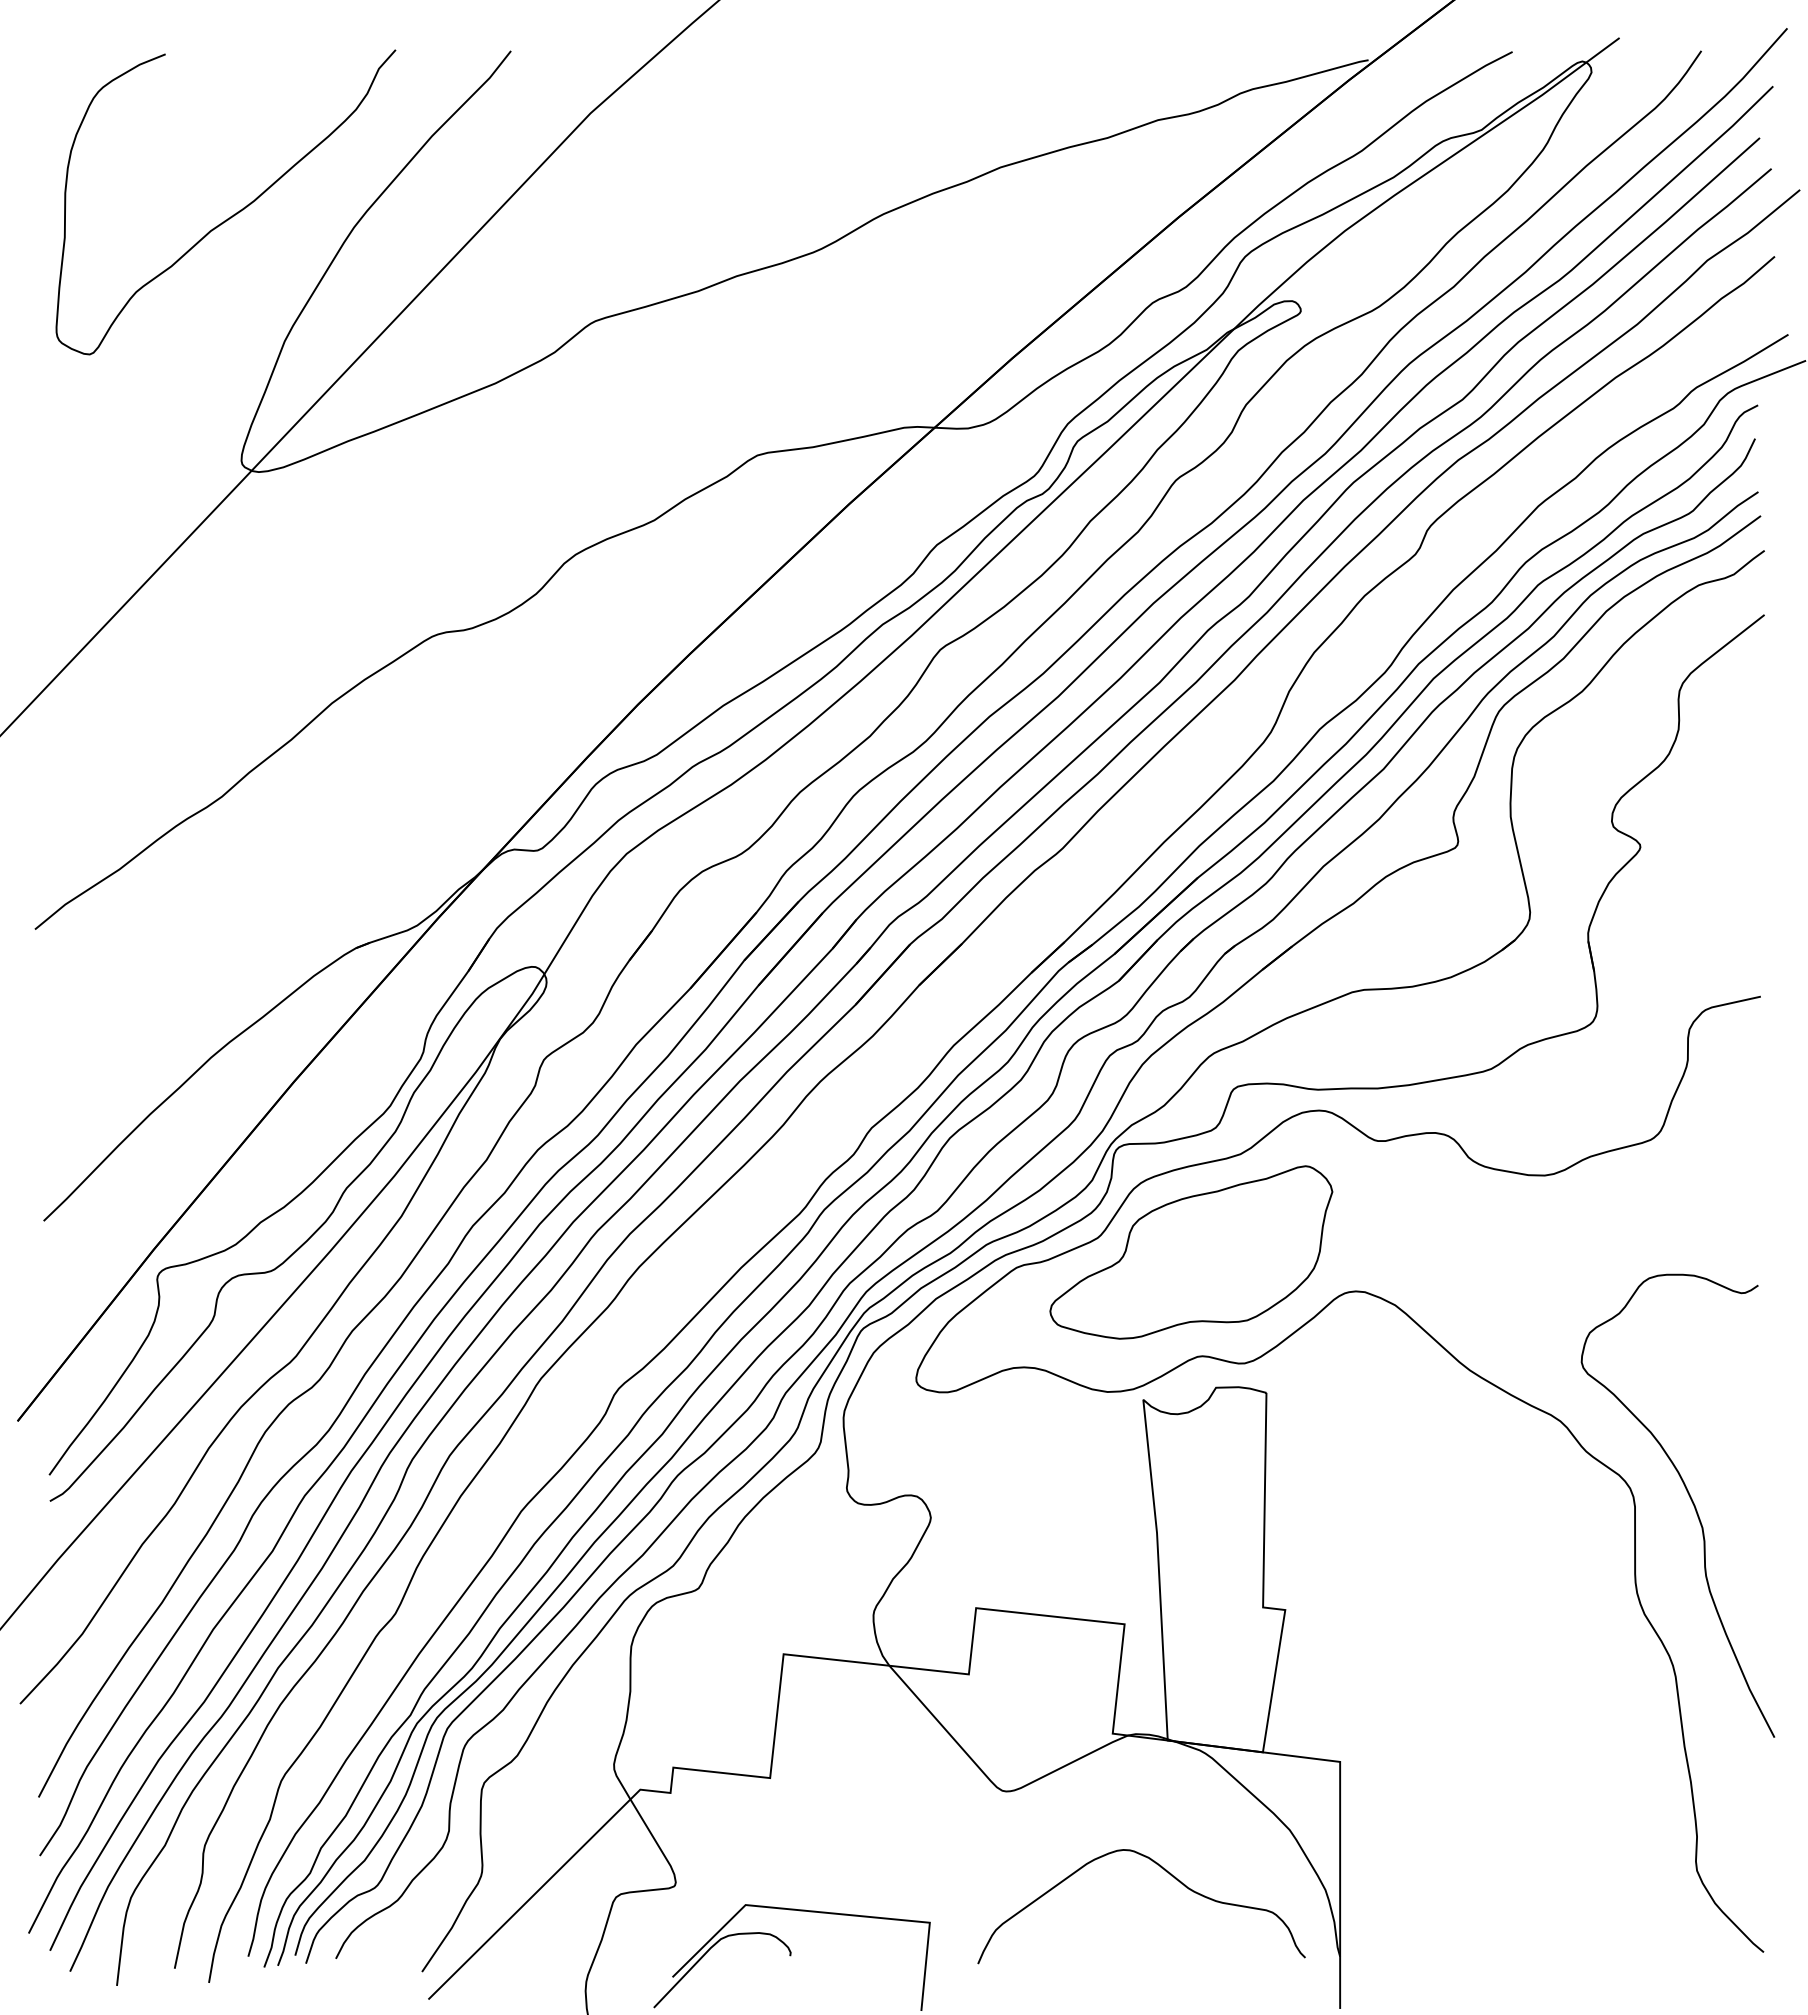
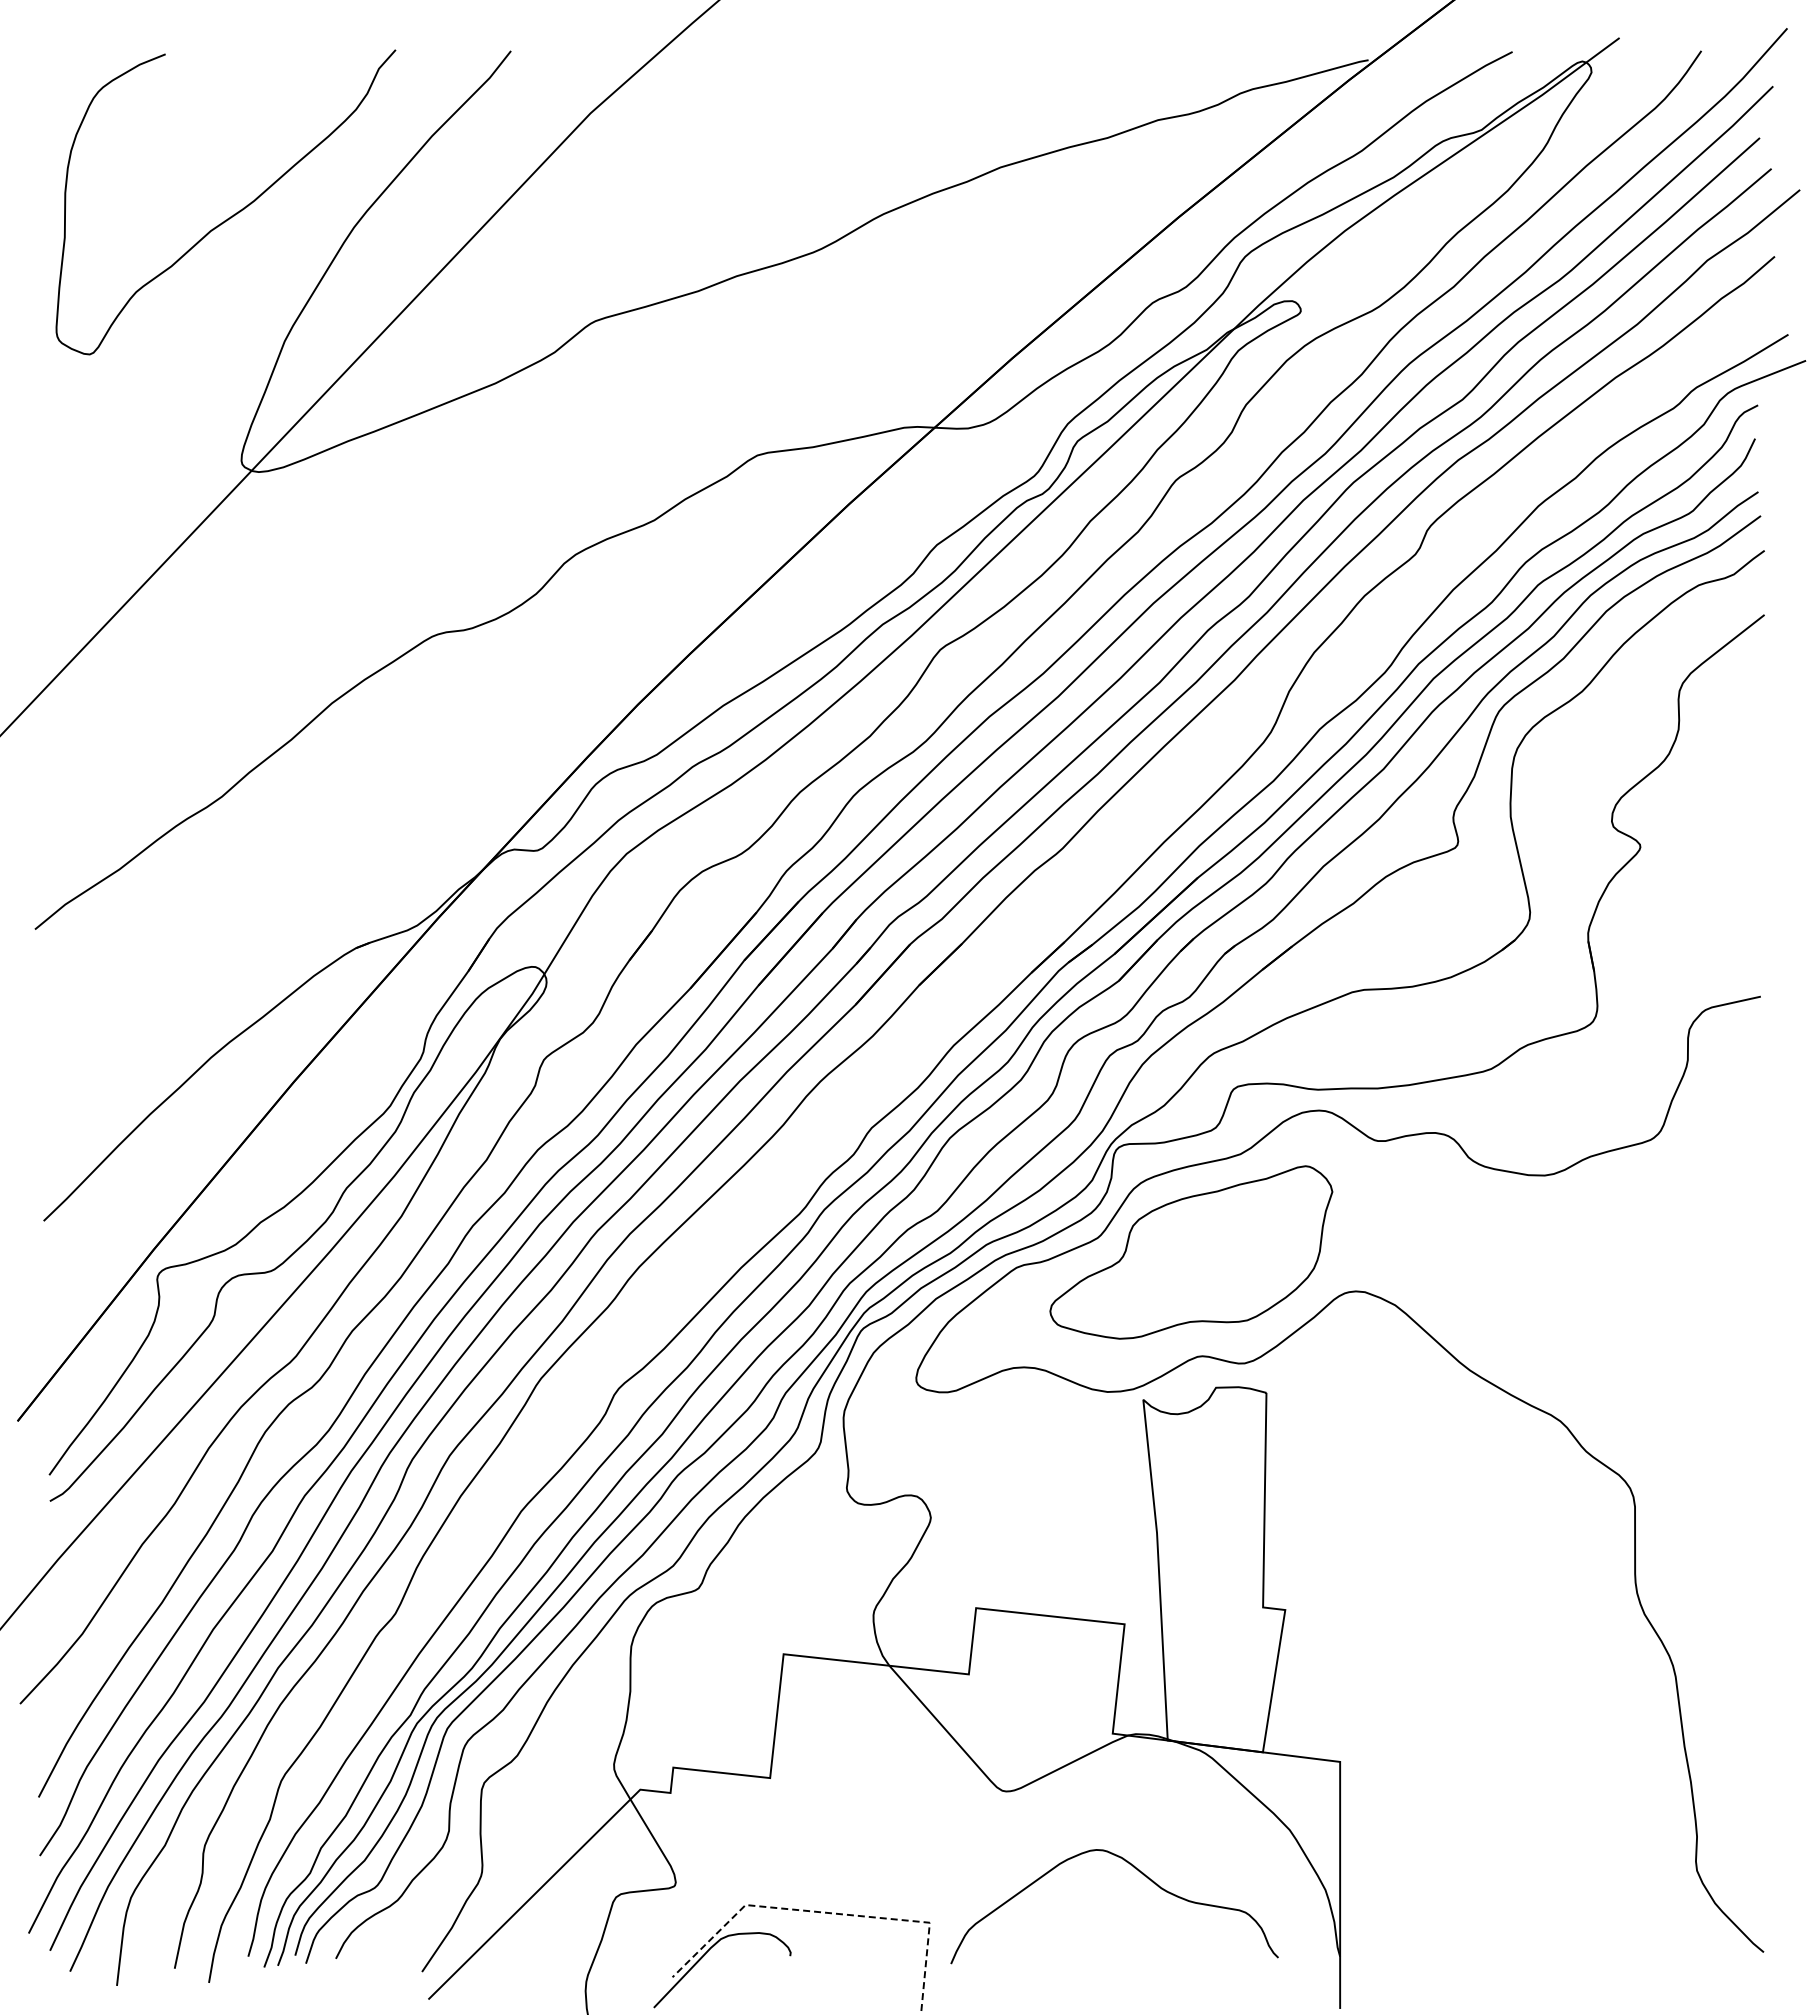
curve at (1690, 1499): present -> none
curve at (1166, 1872) position: (1166, 1872) -> (1139, 1872)
line at (830, 1913): solid -> dashed
